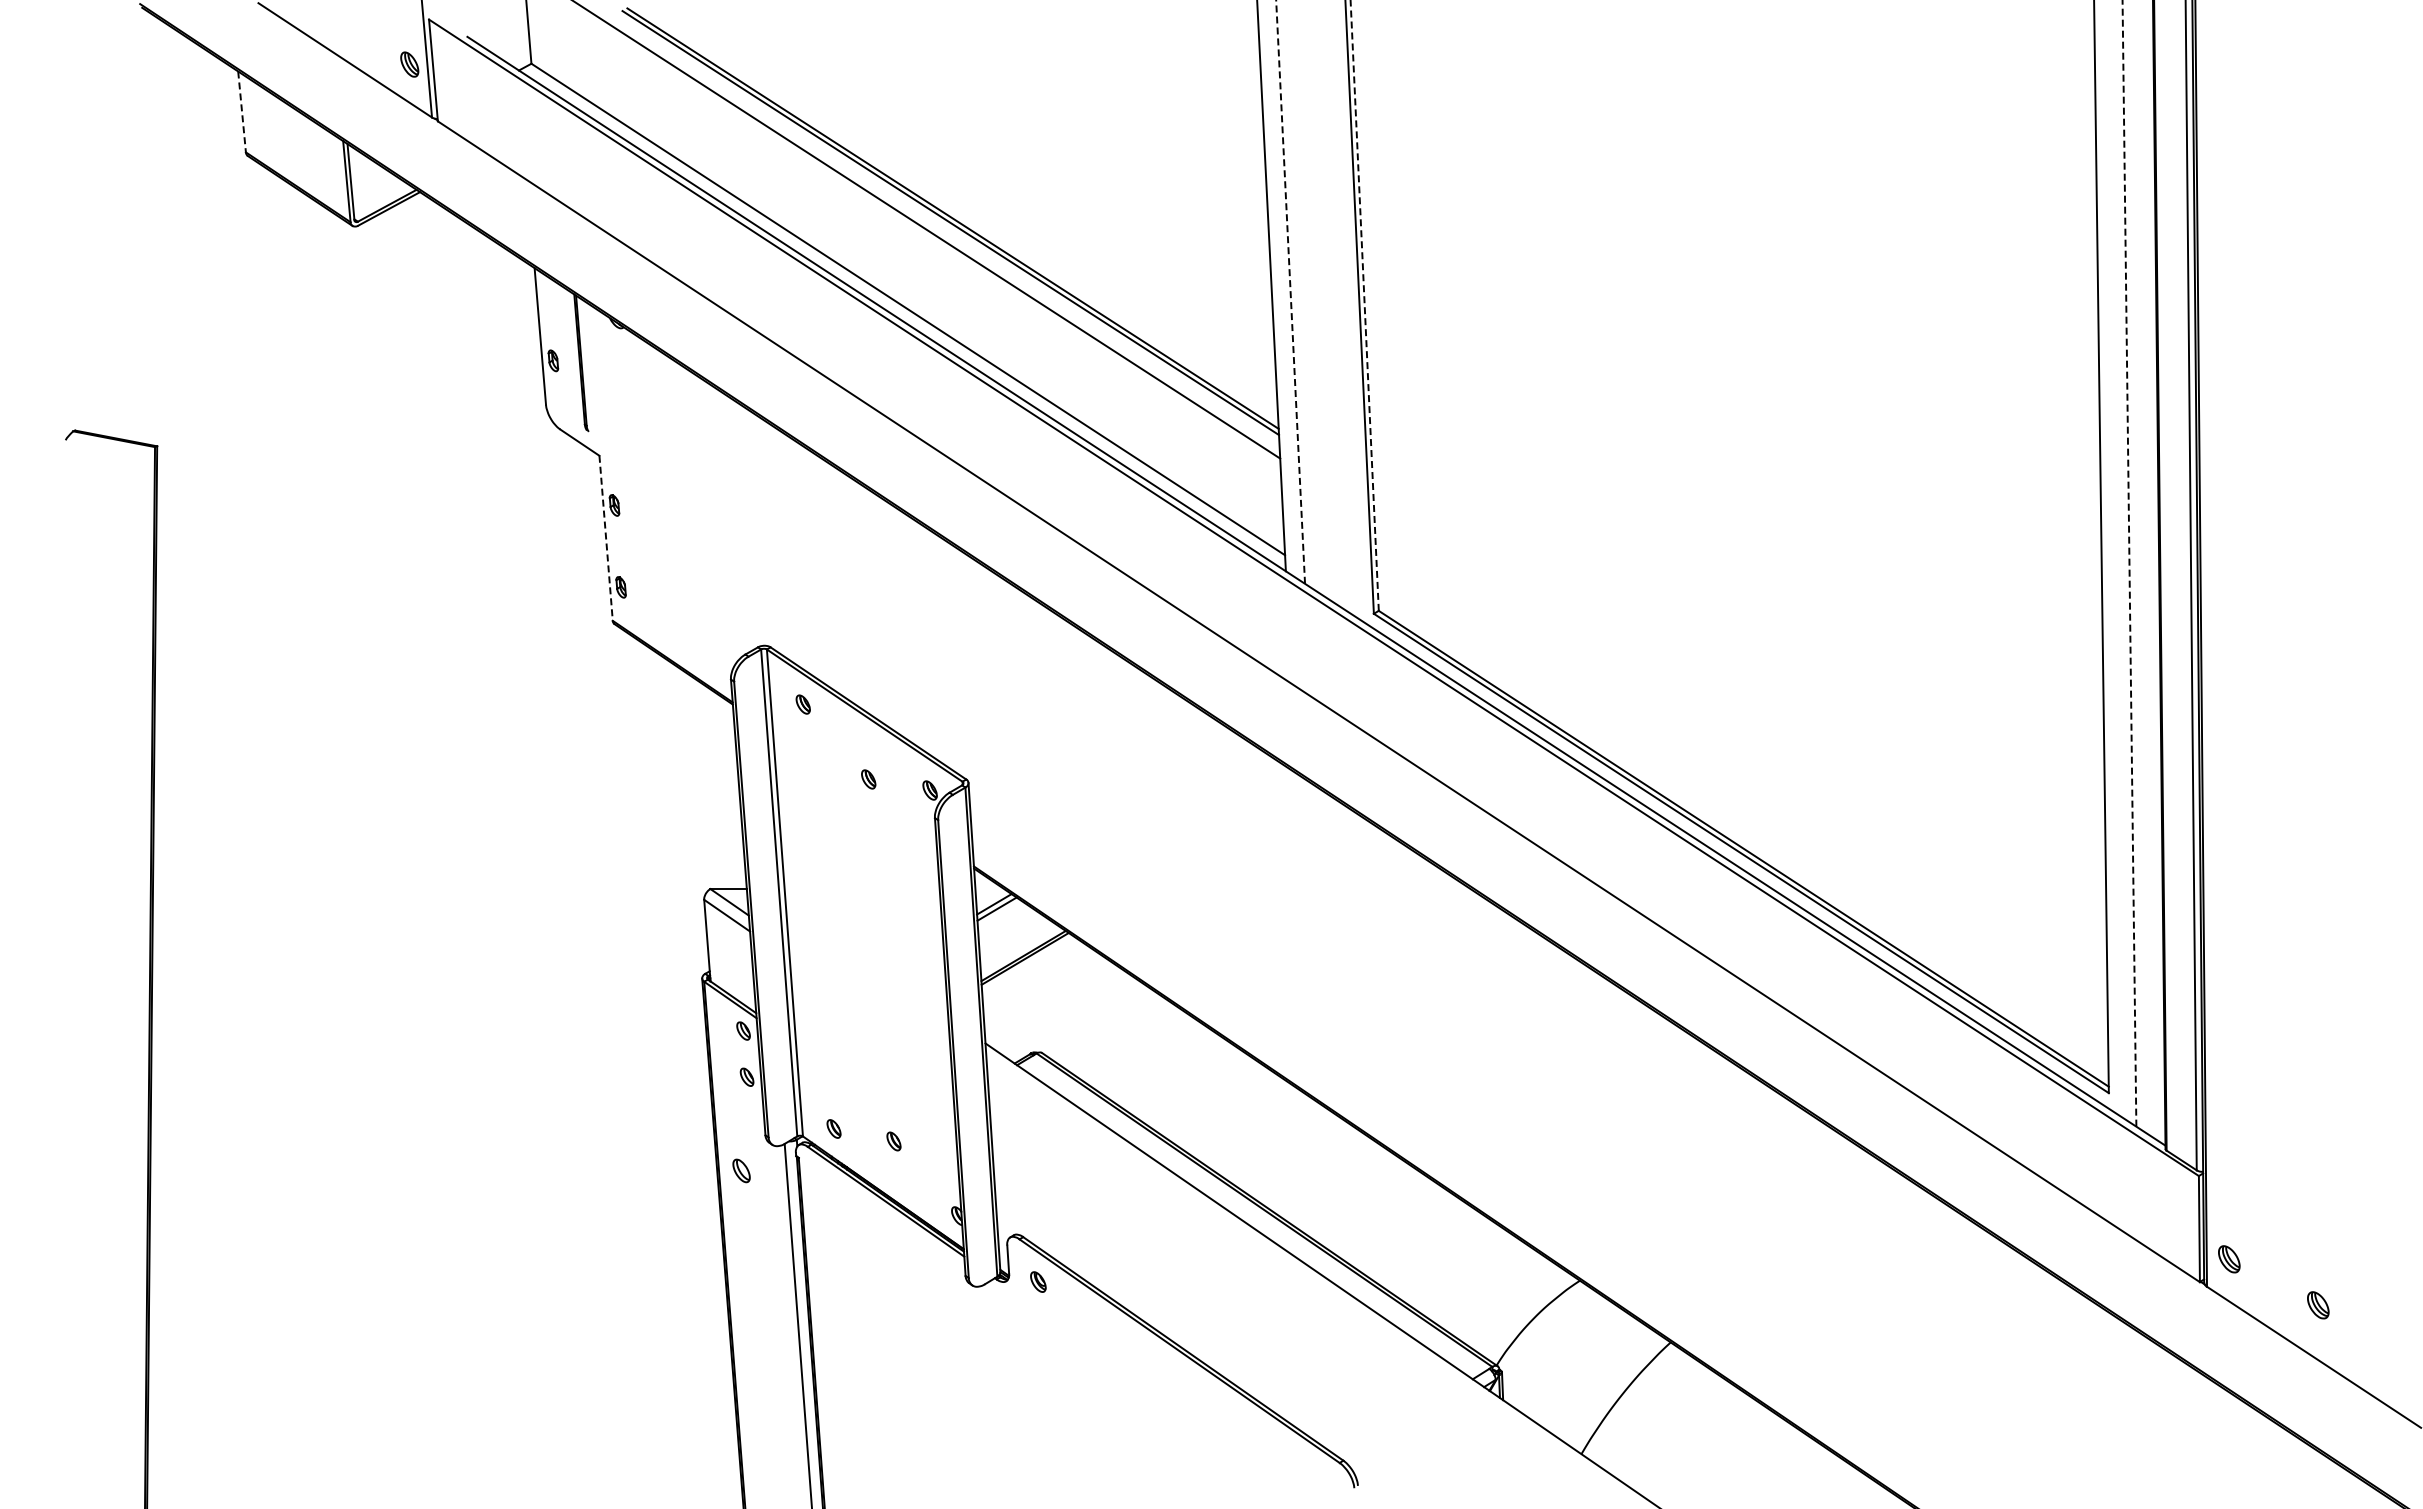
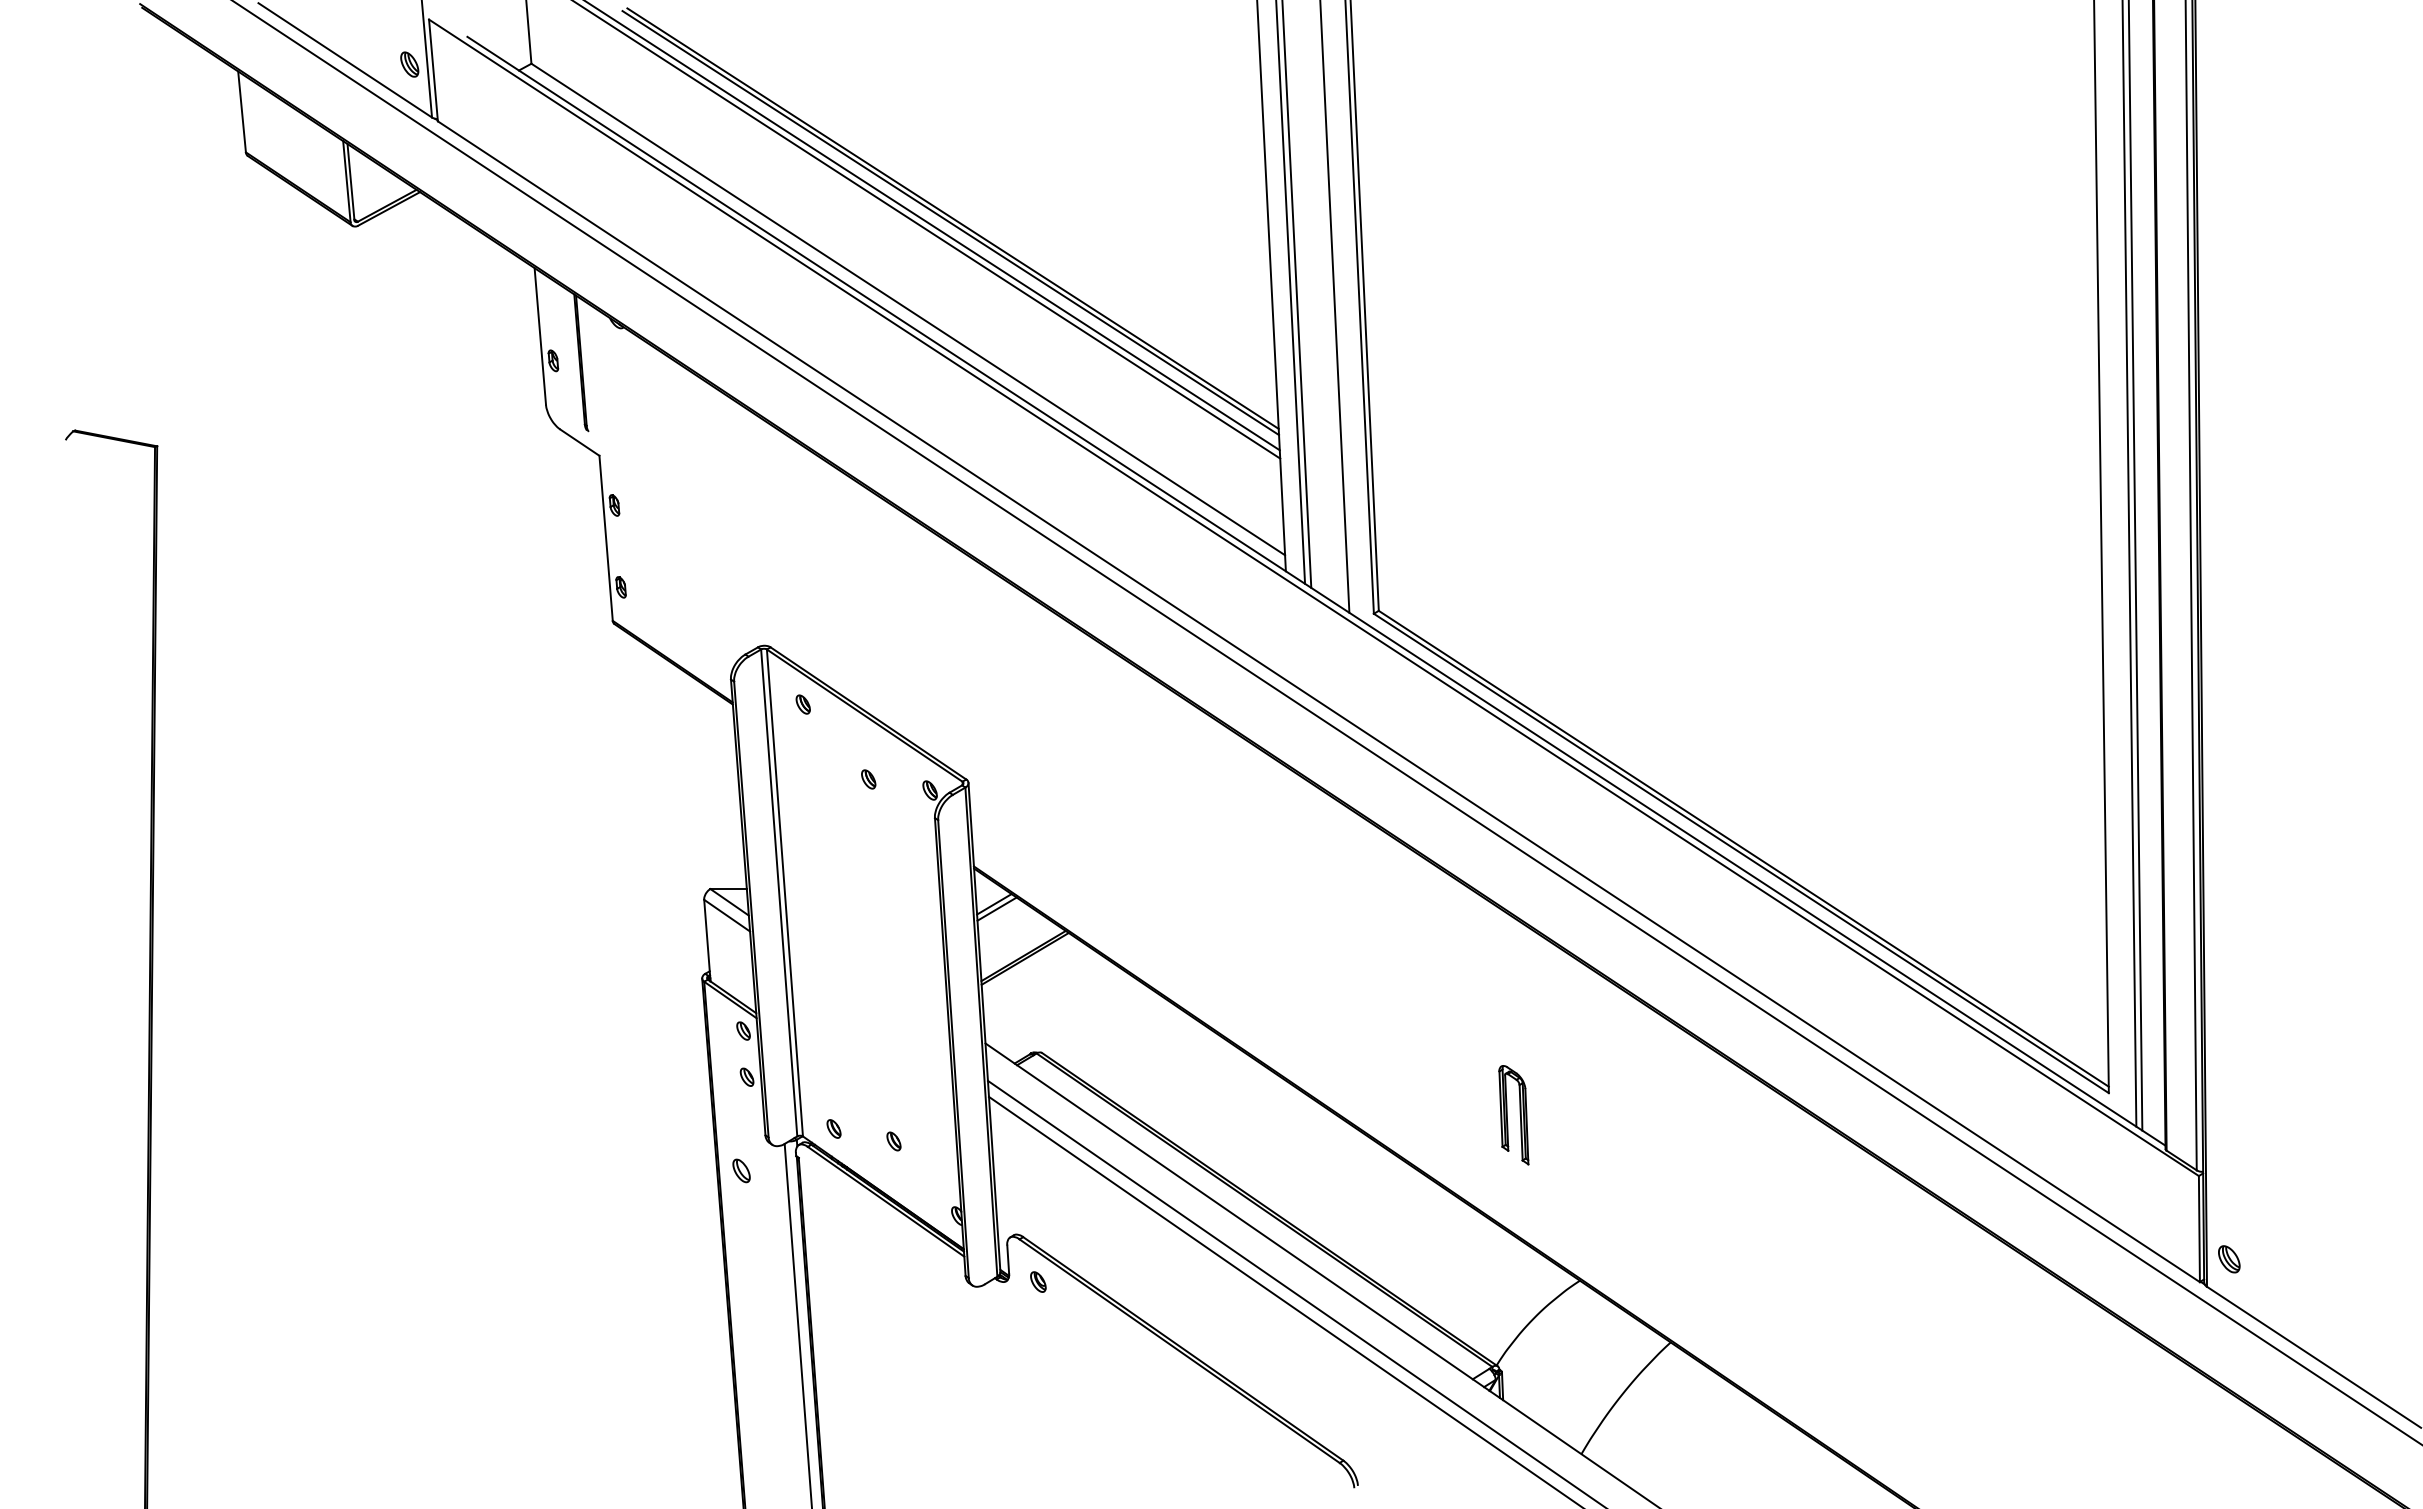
line at (242, 111): dashed -> solid
line at (932, 226): none -> present
line at (1290, 292): dashed -> solid
line at (1296, 294): none -> present
line at (1364, 305): dashed -> solid
line at (1334, 307): none -> present
line at (606, 538): dashed -> solid
line at (2129, 563): dashed -> solid
line at (2135, 566): none -> present
line at (1327, 722): none -> present
part at (1513, 1115): none -> present
line at (1294, 1292): none -> present
line at (1283, 1300): none -> present
part at (2318, 1305): present -> none
